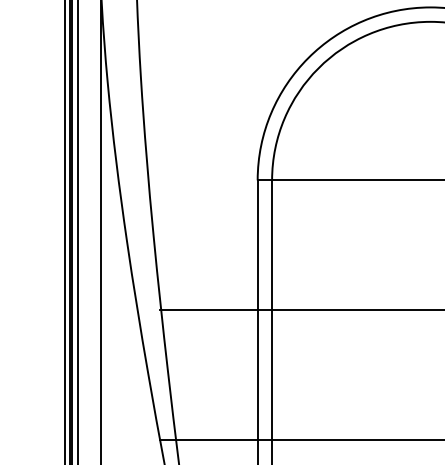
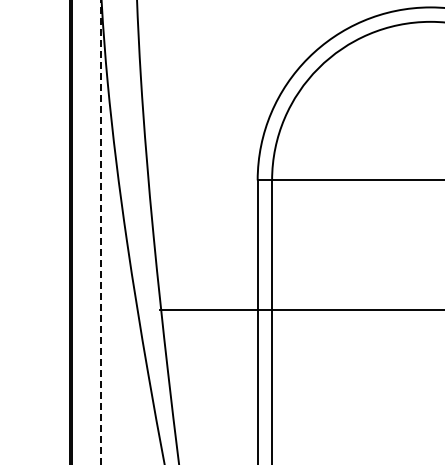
line at (64, 231): present -> none
line at (77, 231): present -> none
line at (100, 232): solid -> dashed
line at (300, 439): present -> none
